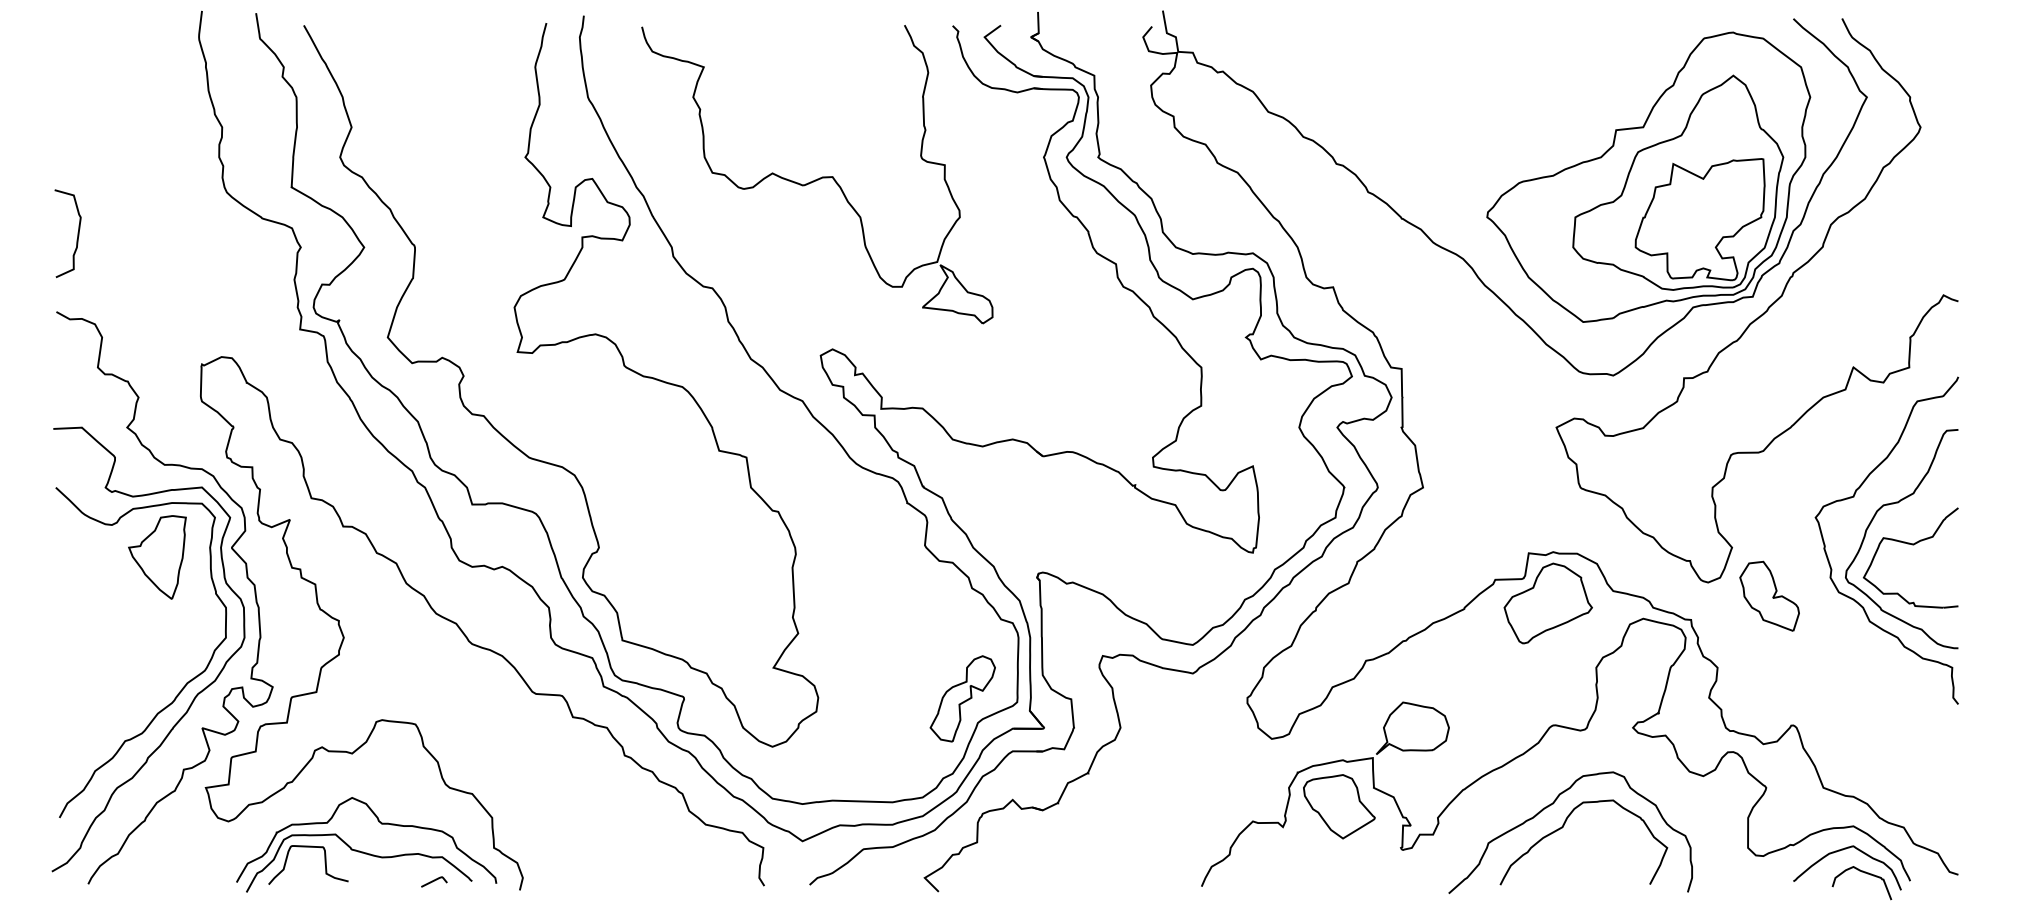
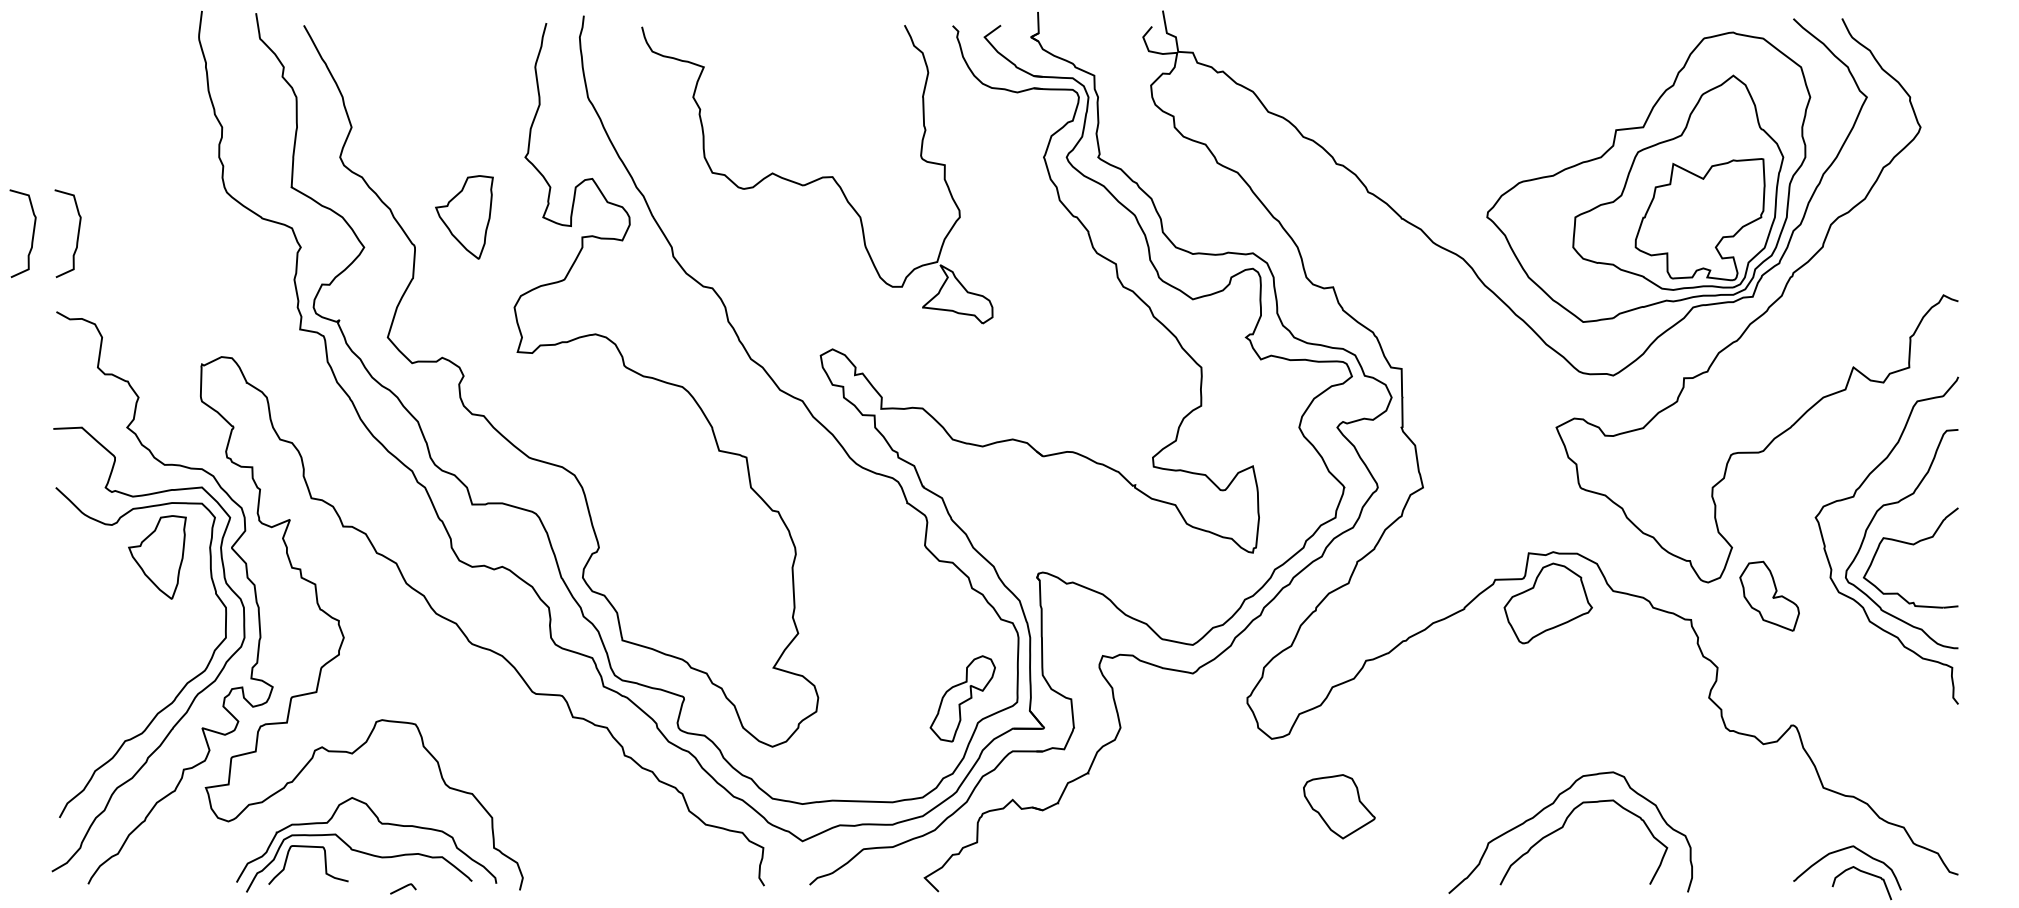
part at (464, 217): none -> present
curve at (32, 233): none -> present
part at (1542, 739): present -> none
curve at (434, 881) position: (434, 881) -> (403, 888)
